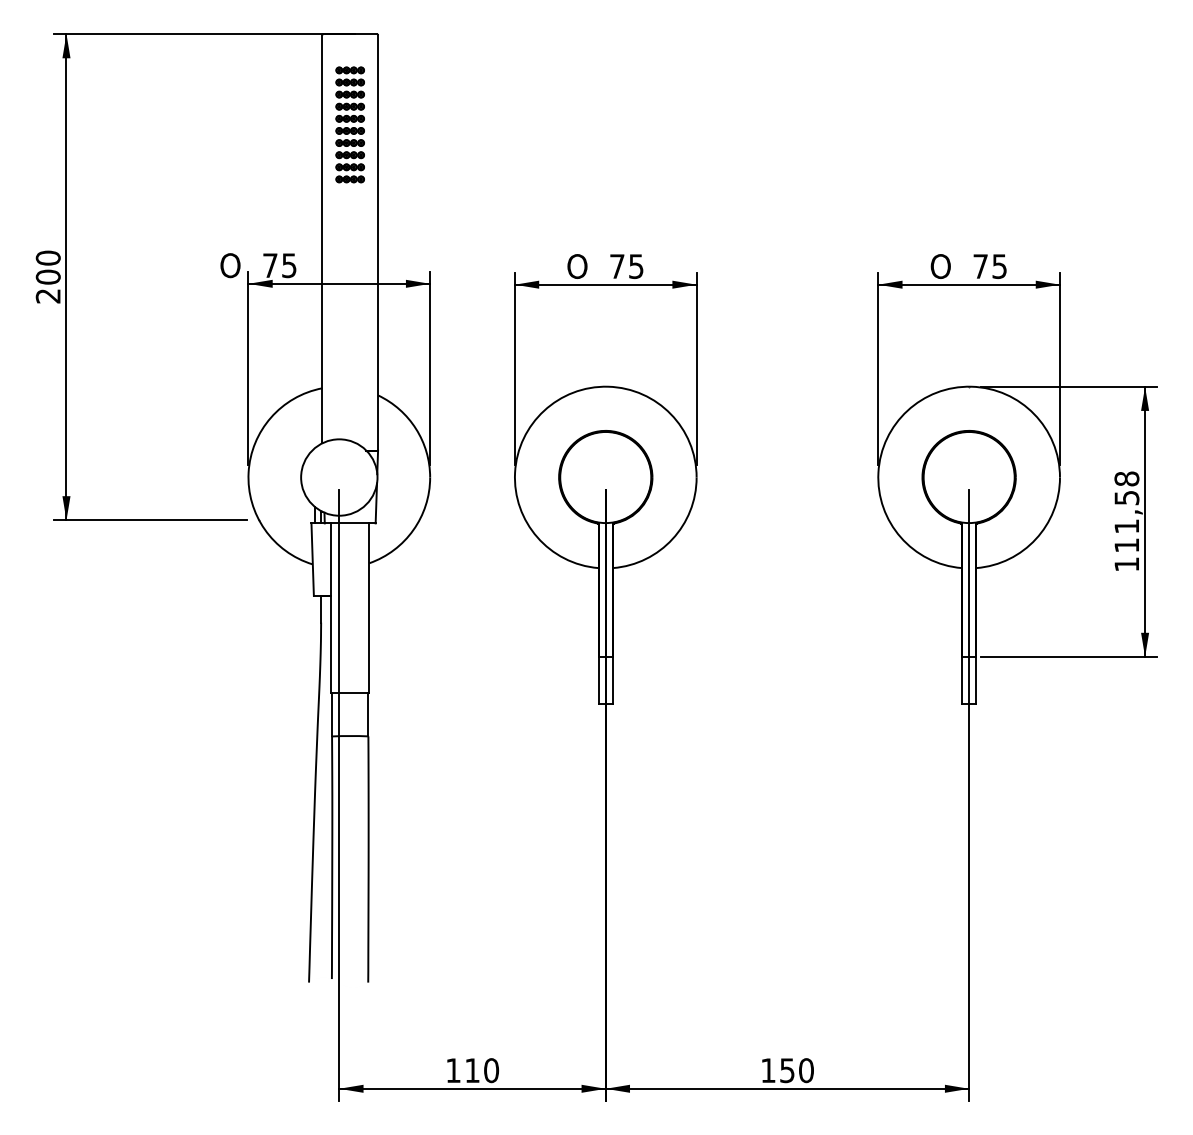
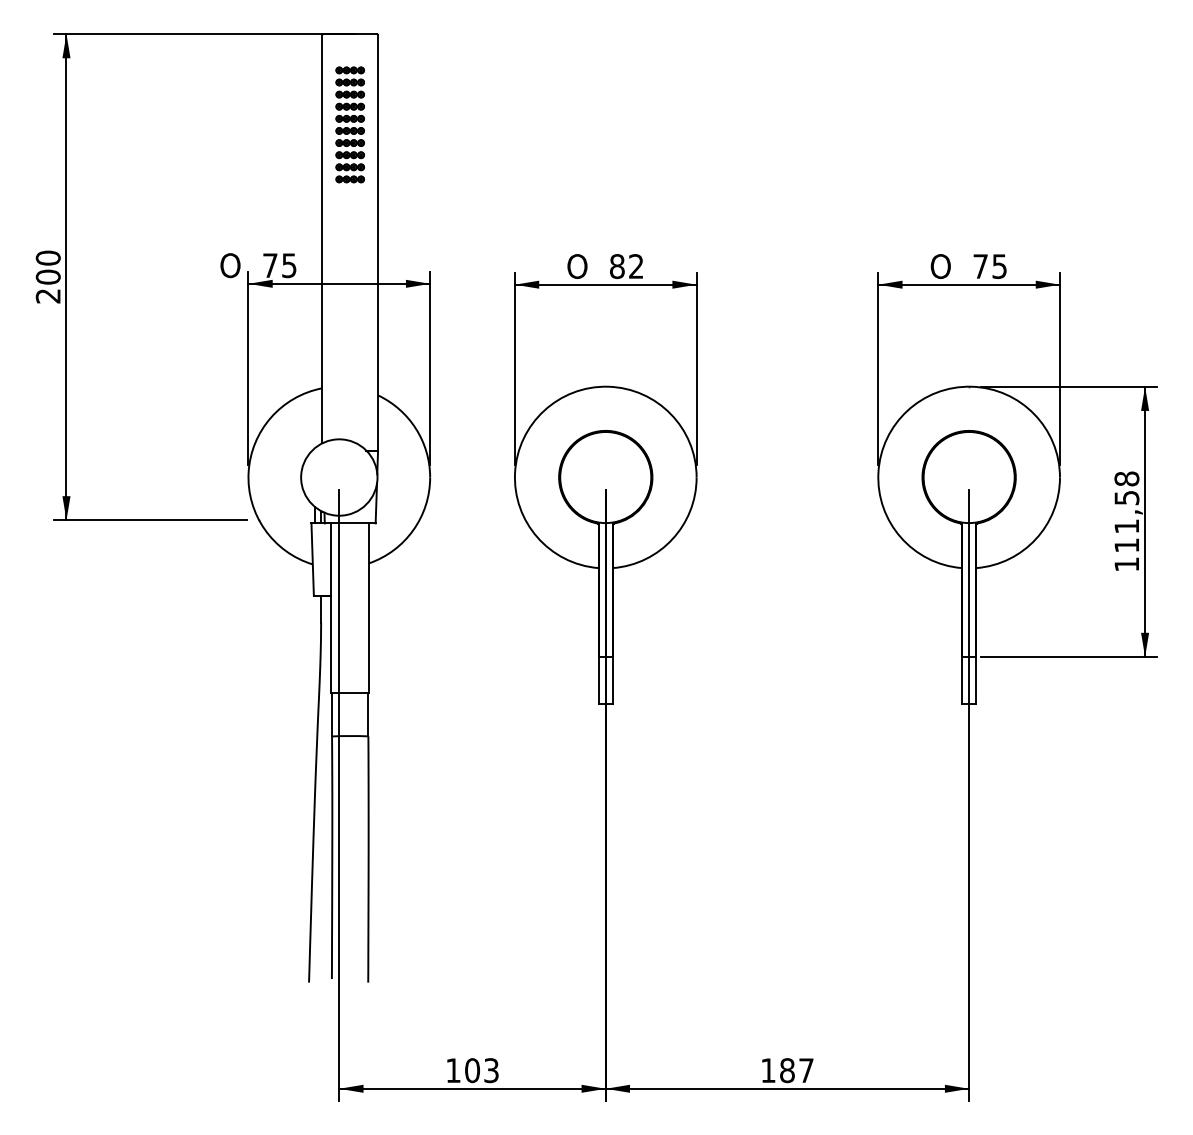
text at (626, 266): 75 -> 82
text at (482, 1070): 110 -> 103
text at (796, 1070): 150 -> 187
